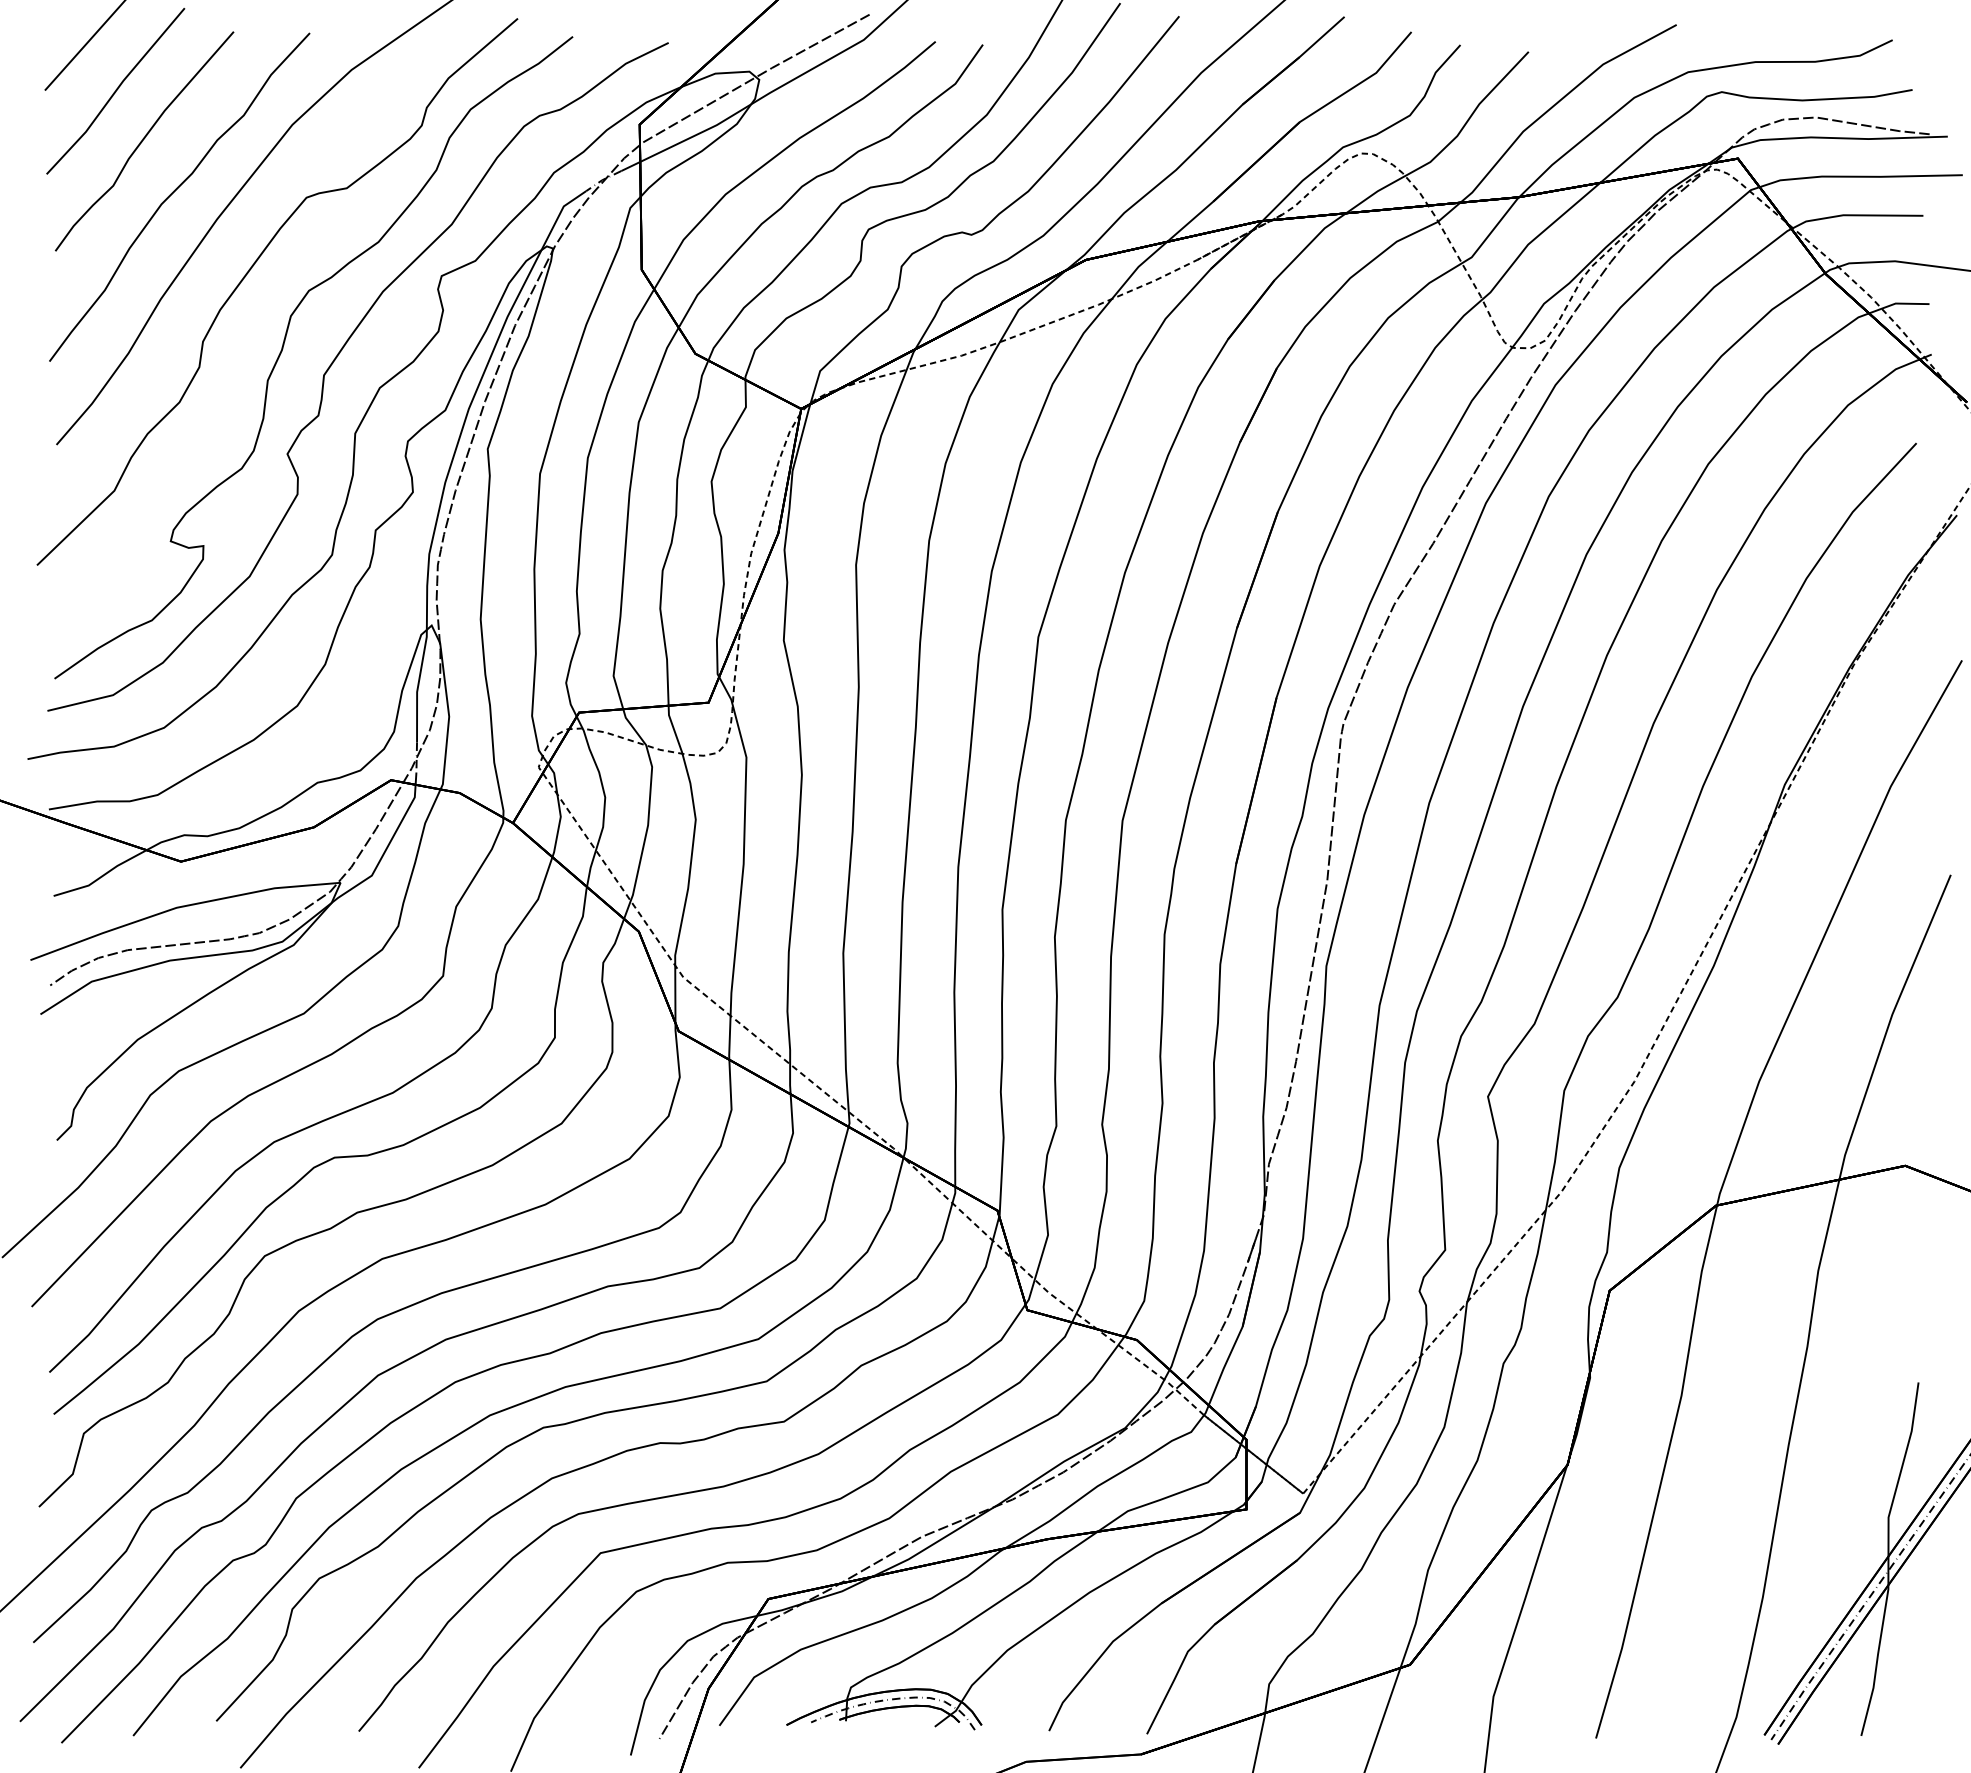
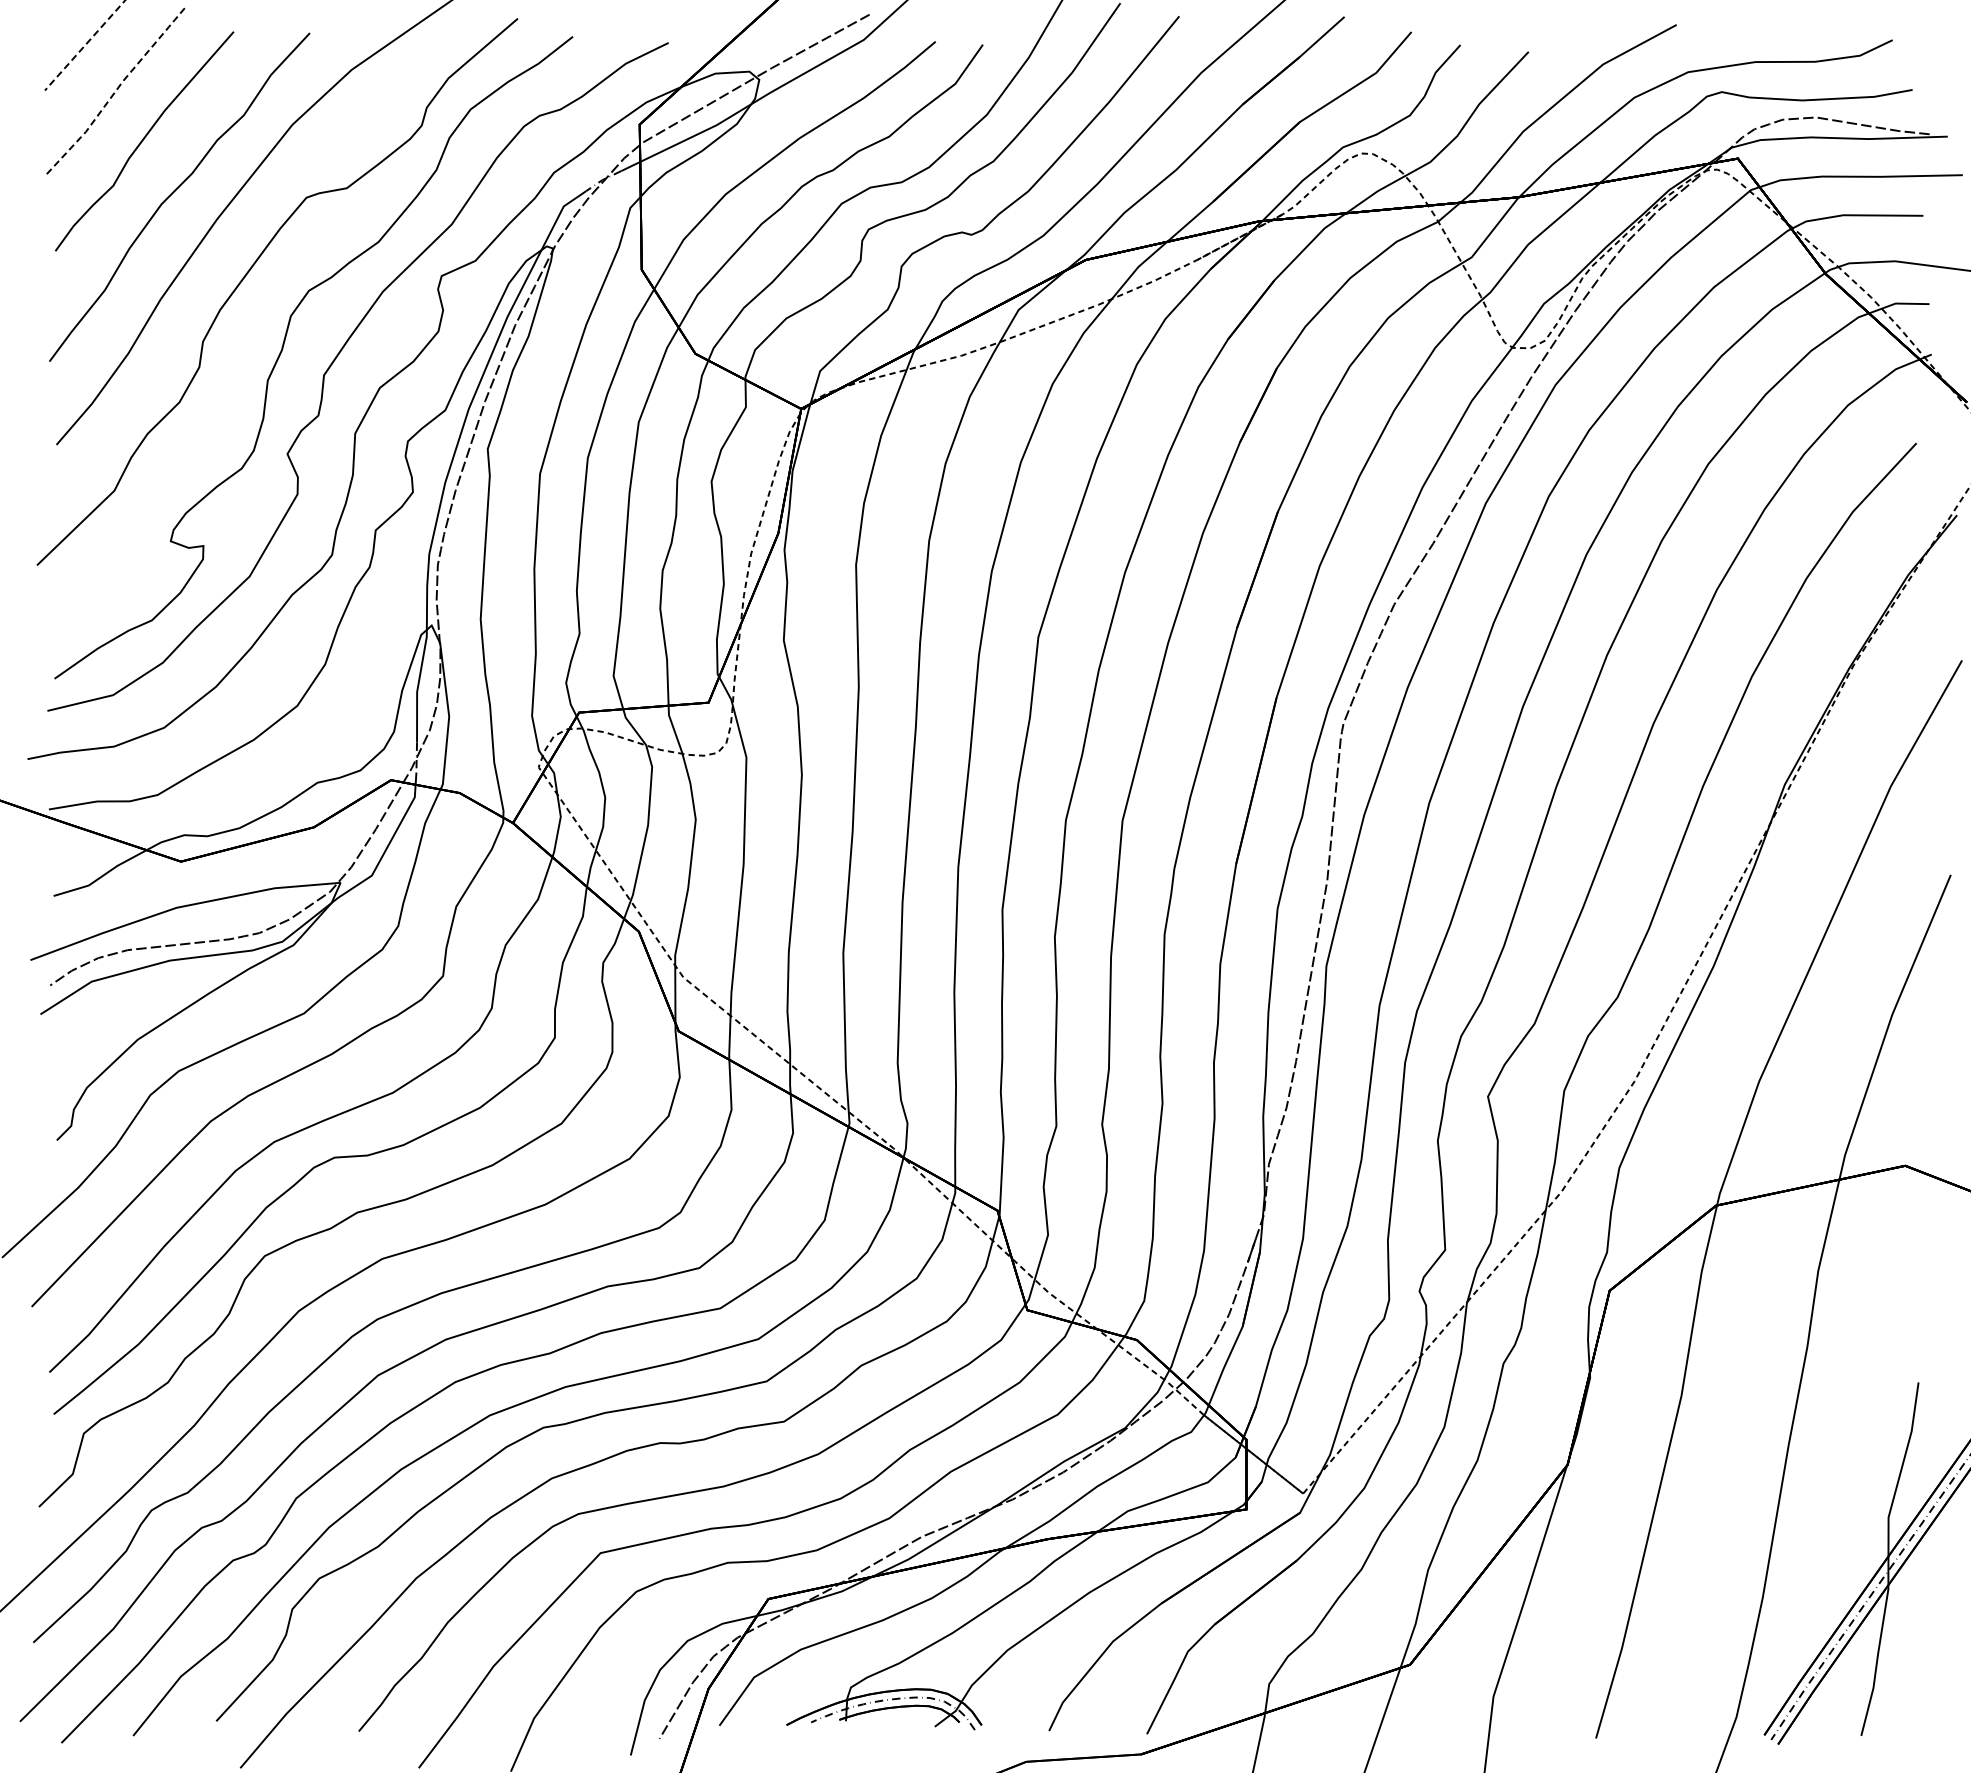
line at (84, 46): solid -> dashed
line at (115, 91): solid -> dashed
